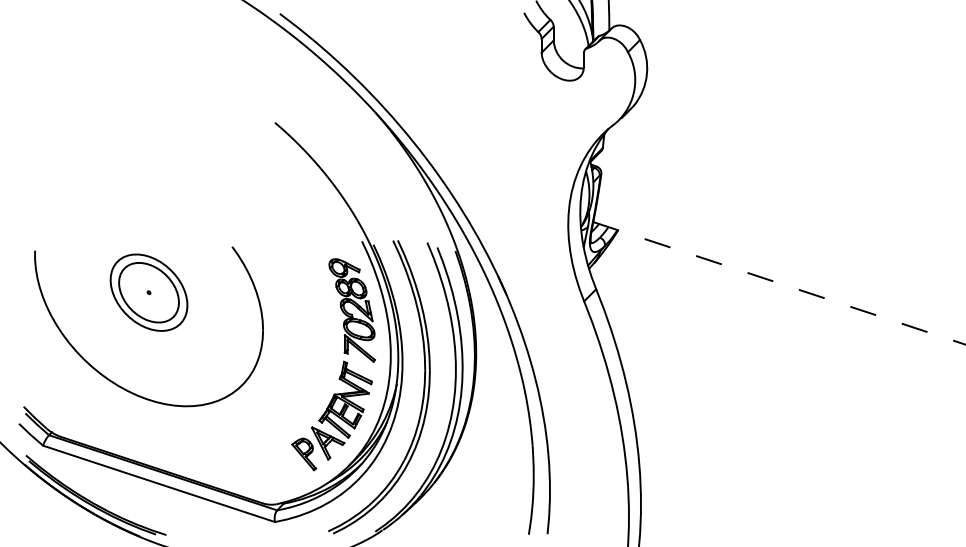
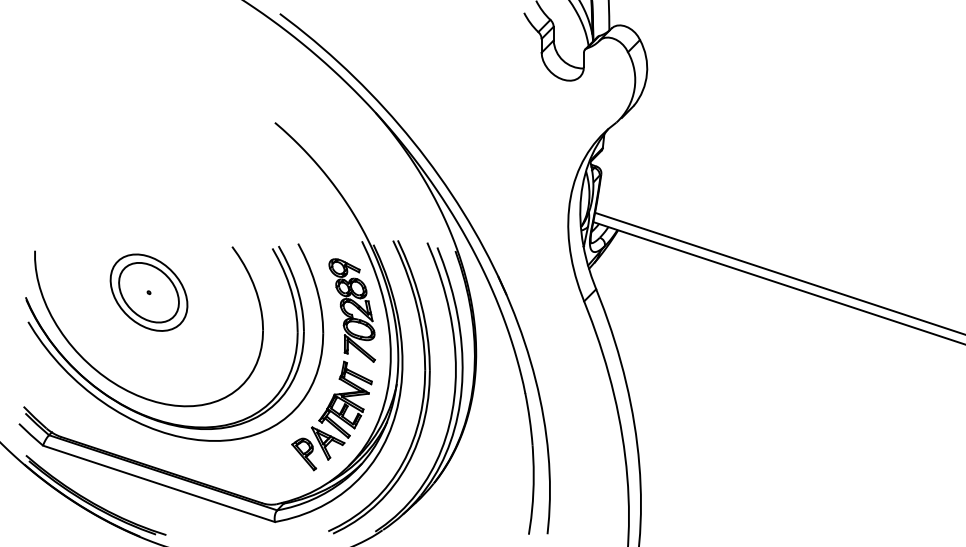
line at (778, 272): none -> present
line at (779, 283): dashed -> solid
part at (145, 414): none -> present
